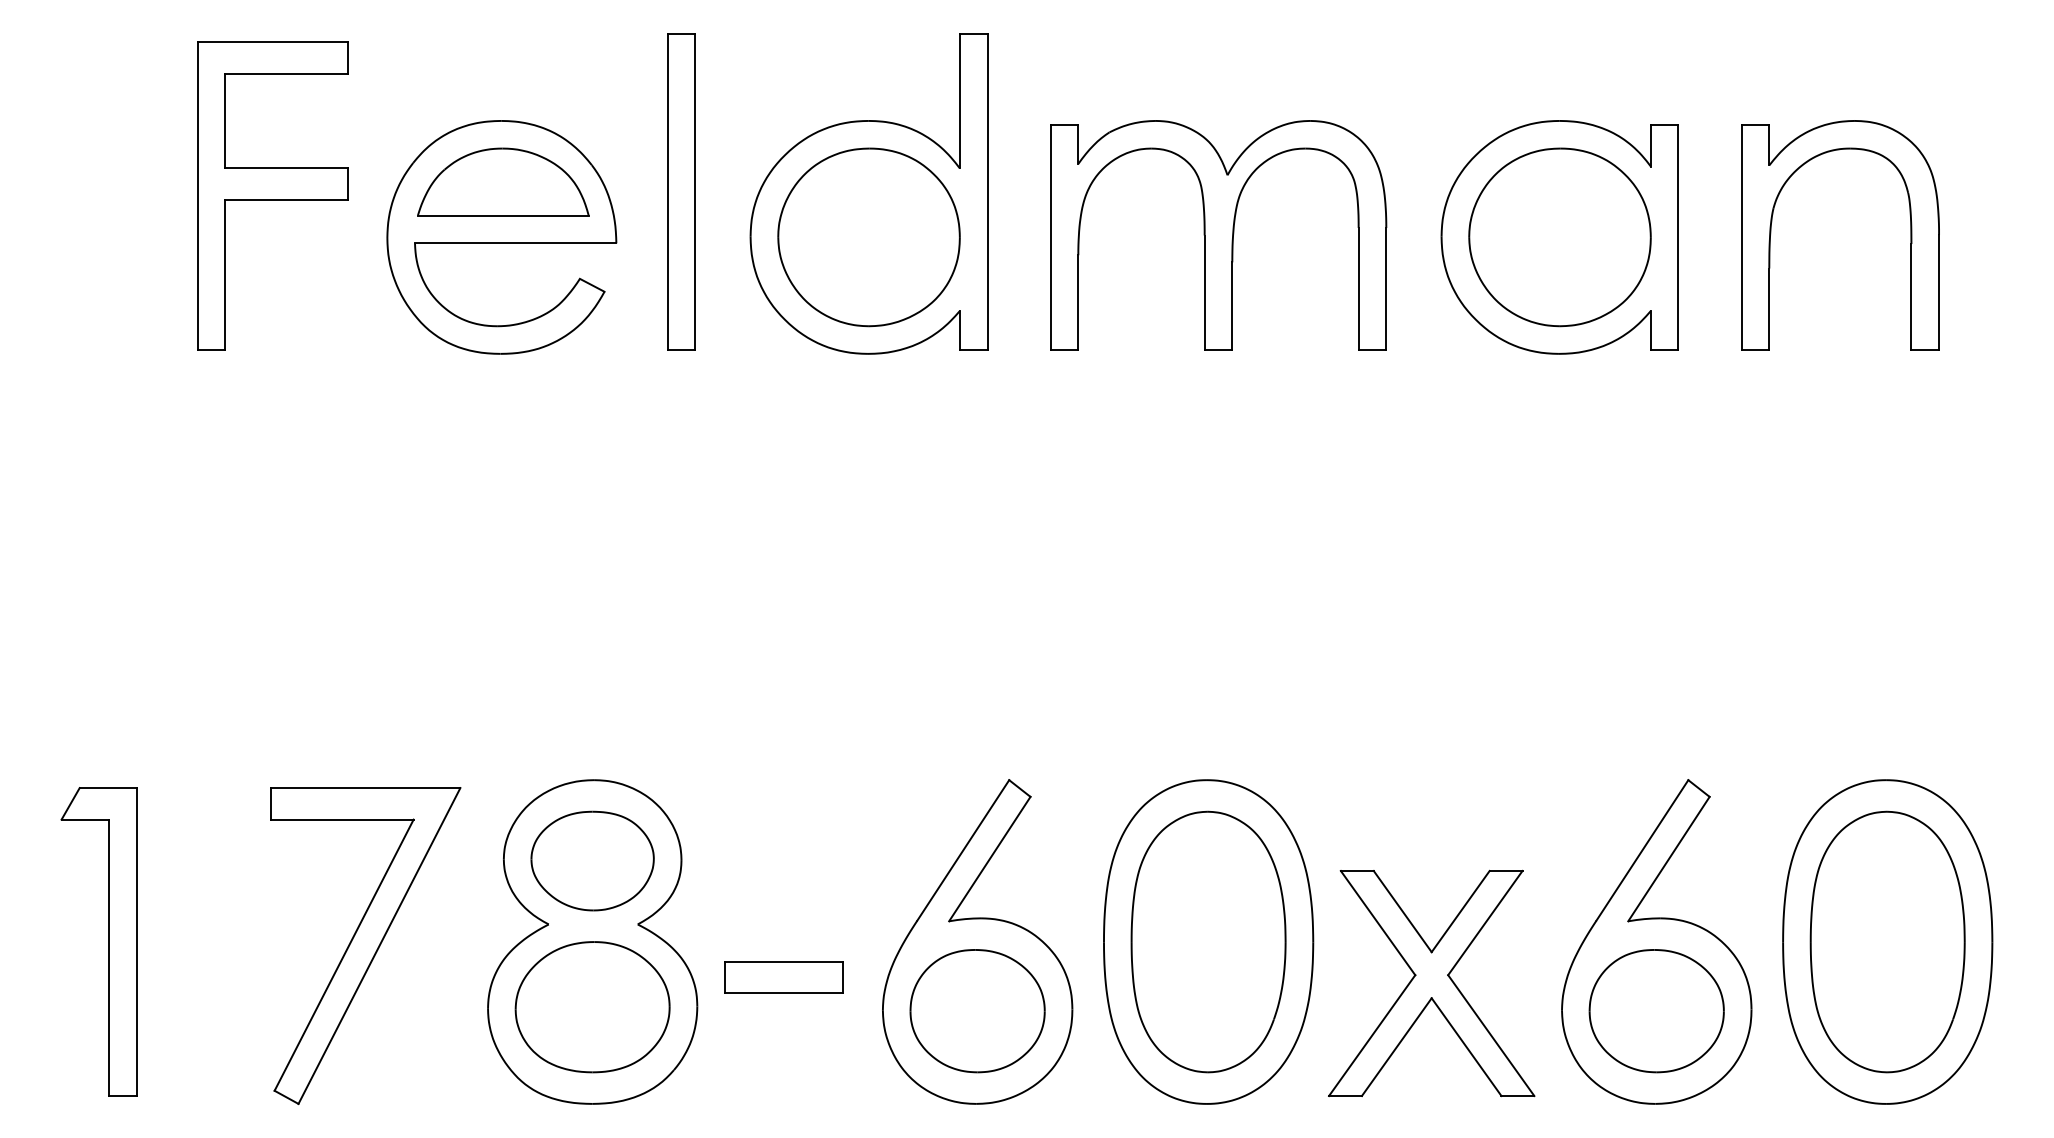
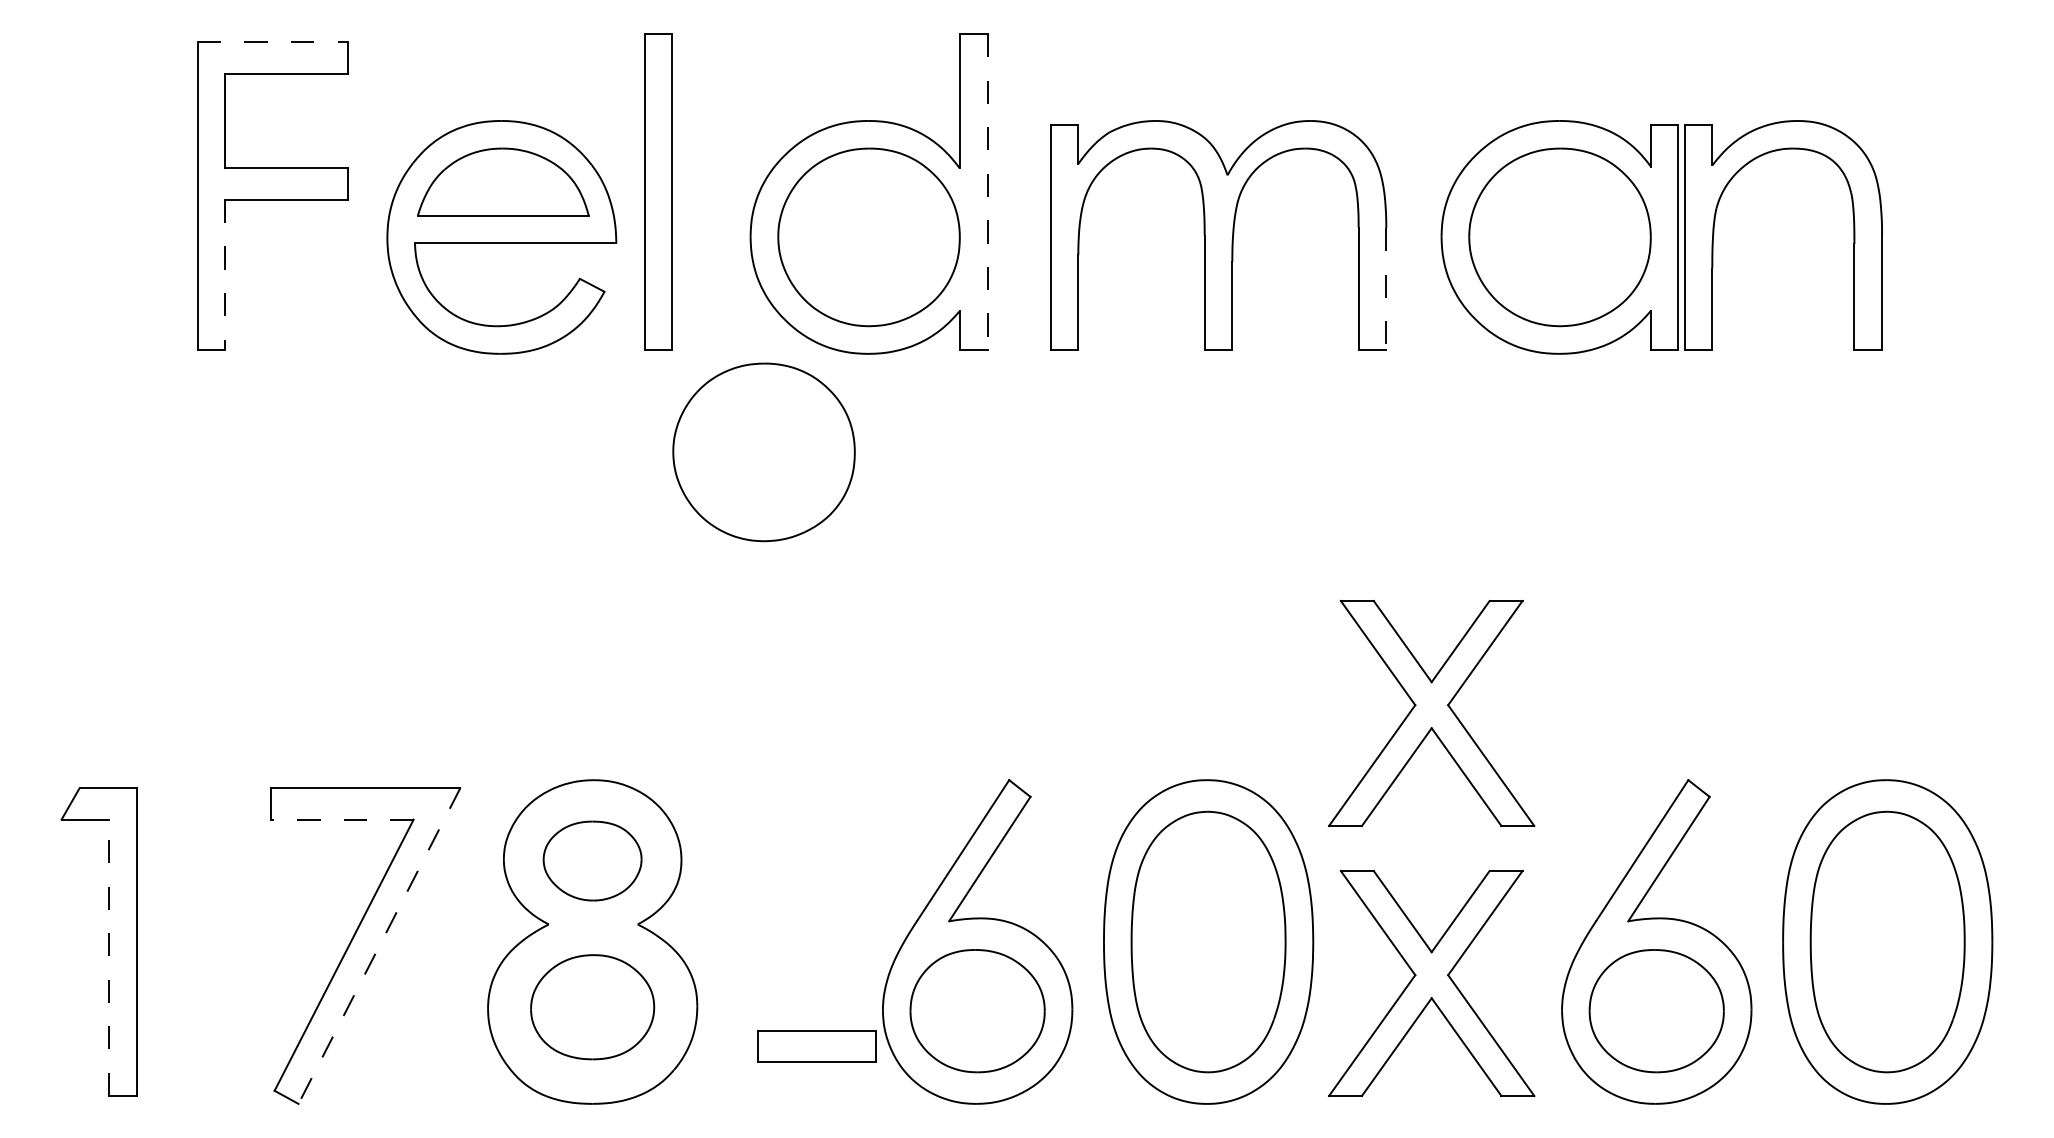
line at (273, 41): solid -> dashed
part at (681, 191) position: (681, 191) -> (658, 191)
line at (987, 192): solid -> dashed
part at (1771, 234) position: (1771, 234) -> (1714, 234)
line at (225, 275): solid -> dashed
line at (1386, 288): solid -> dashed
part at (763, 452): none -> present
part at (1431, 713): none -> present
line at (341, 819): solid -> dashed
part at (592, 860) size: 125x102 px -> 101x82 px
line at (379, 946): solid -> dashed
line at (109, 957): solid -> dashed
part at (783, 977) position: (783, 977) -> (816, 1046)
part at (592, 1007) size: 157x133 px -> 126x107 px
